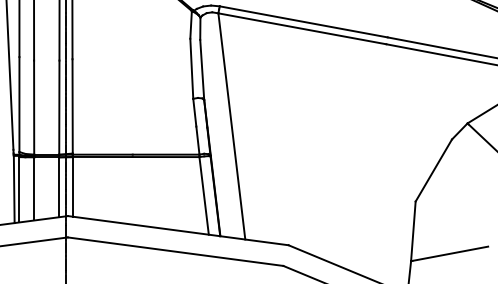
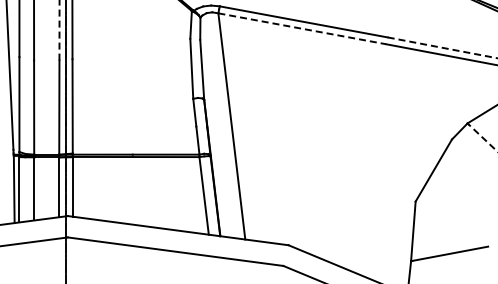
line at (302, 28): solid -> dashed
line at (59, 29): solid -> dashed
line at (442, 47): solid -> dashed
line at (482, 137): solid -> dashed
